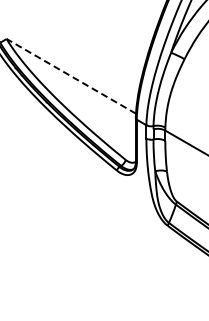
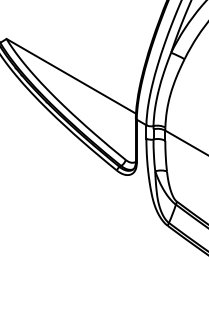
line at (71, 76): dashed -> solid
